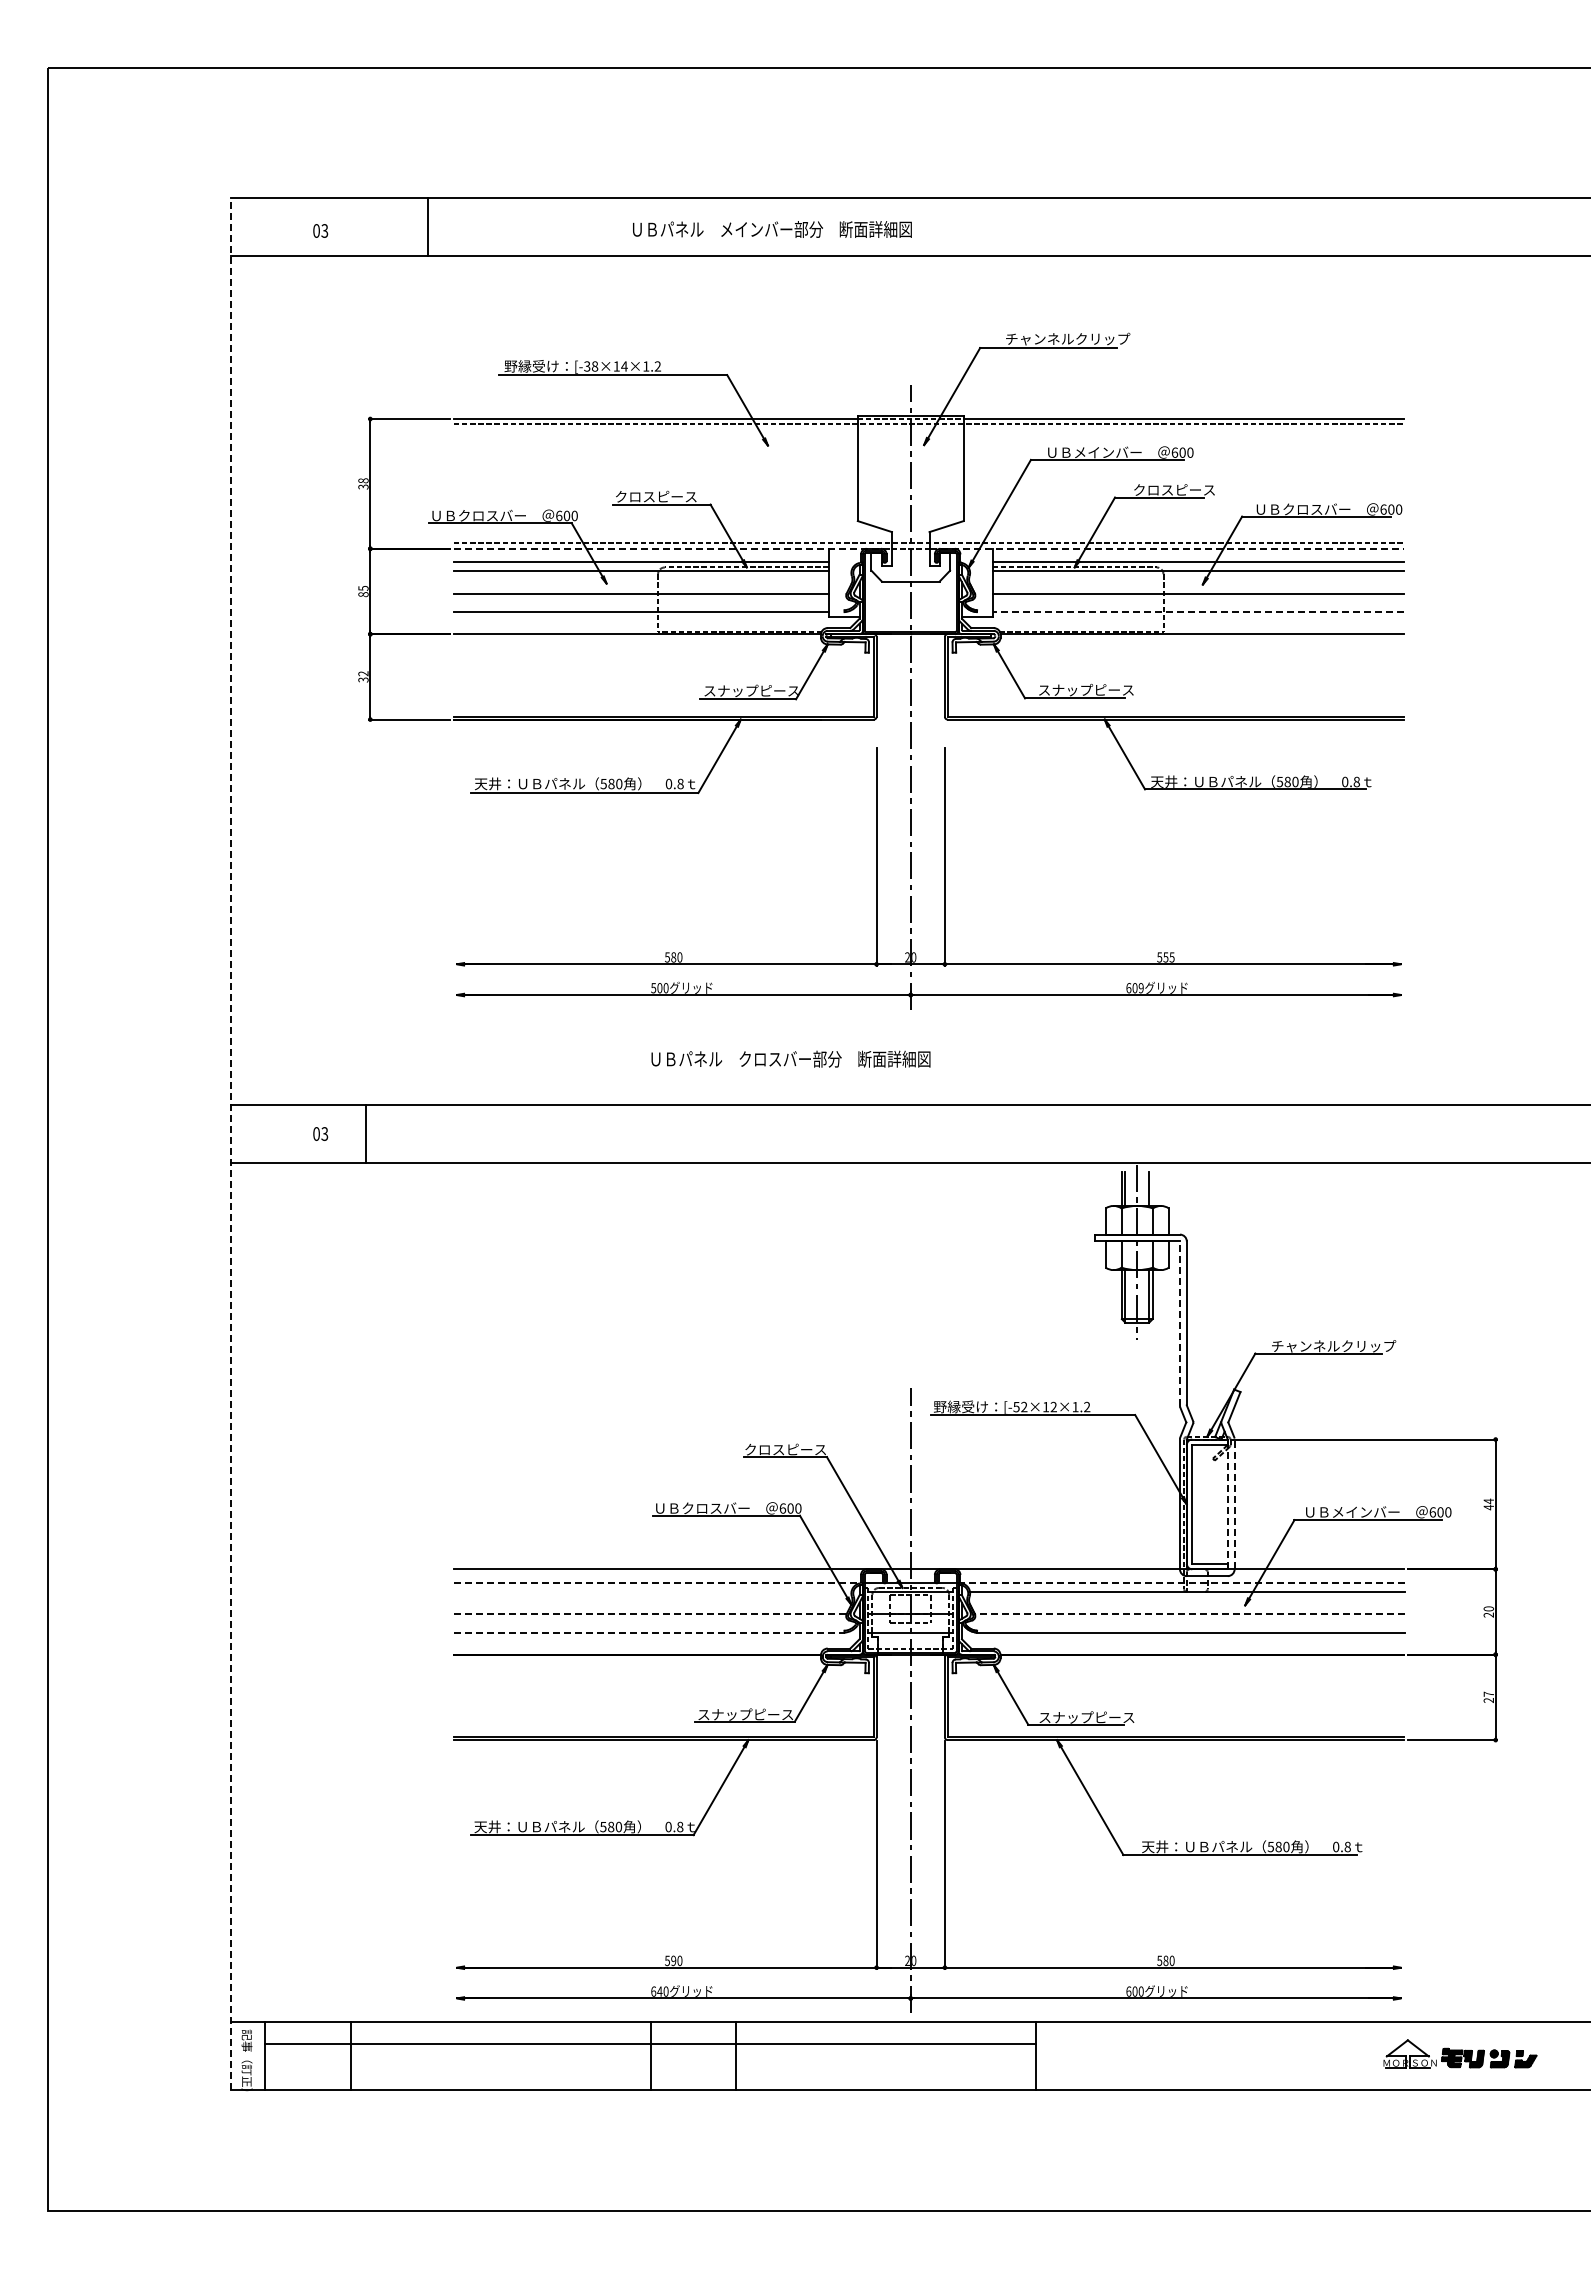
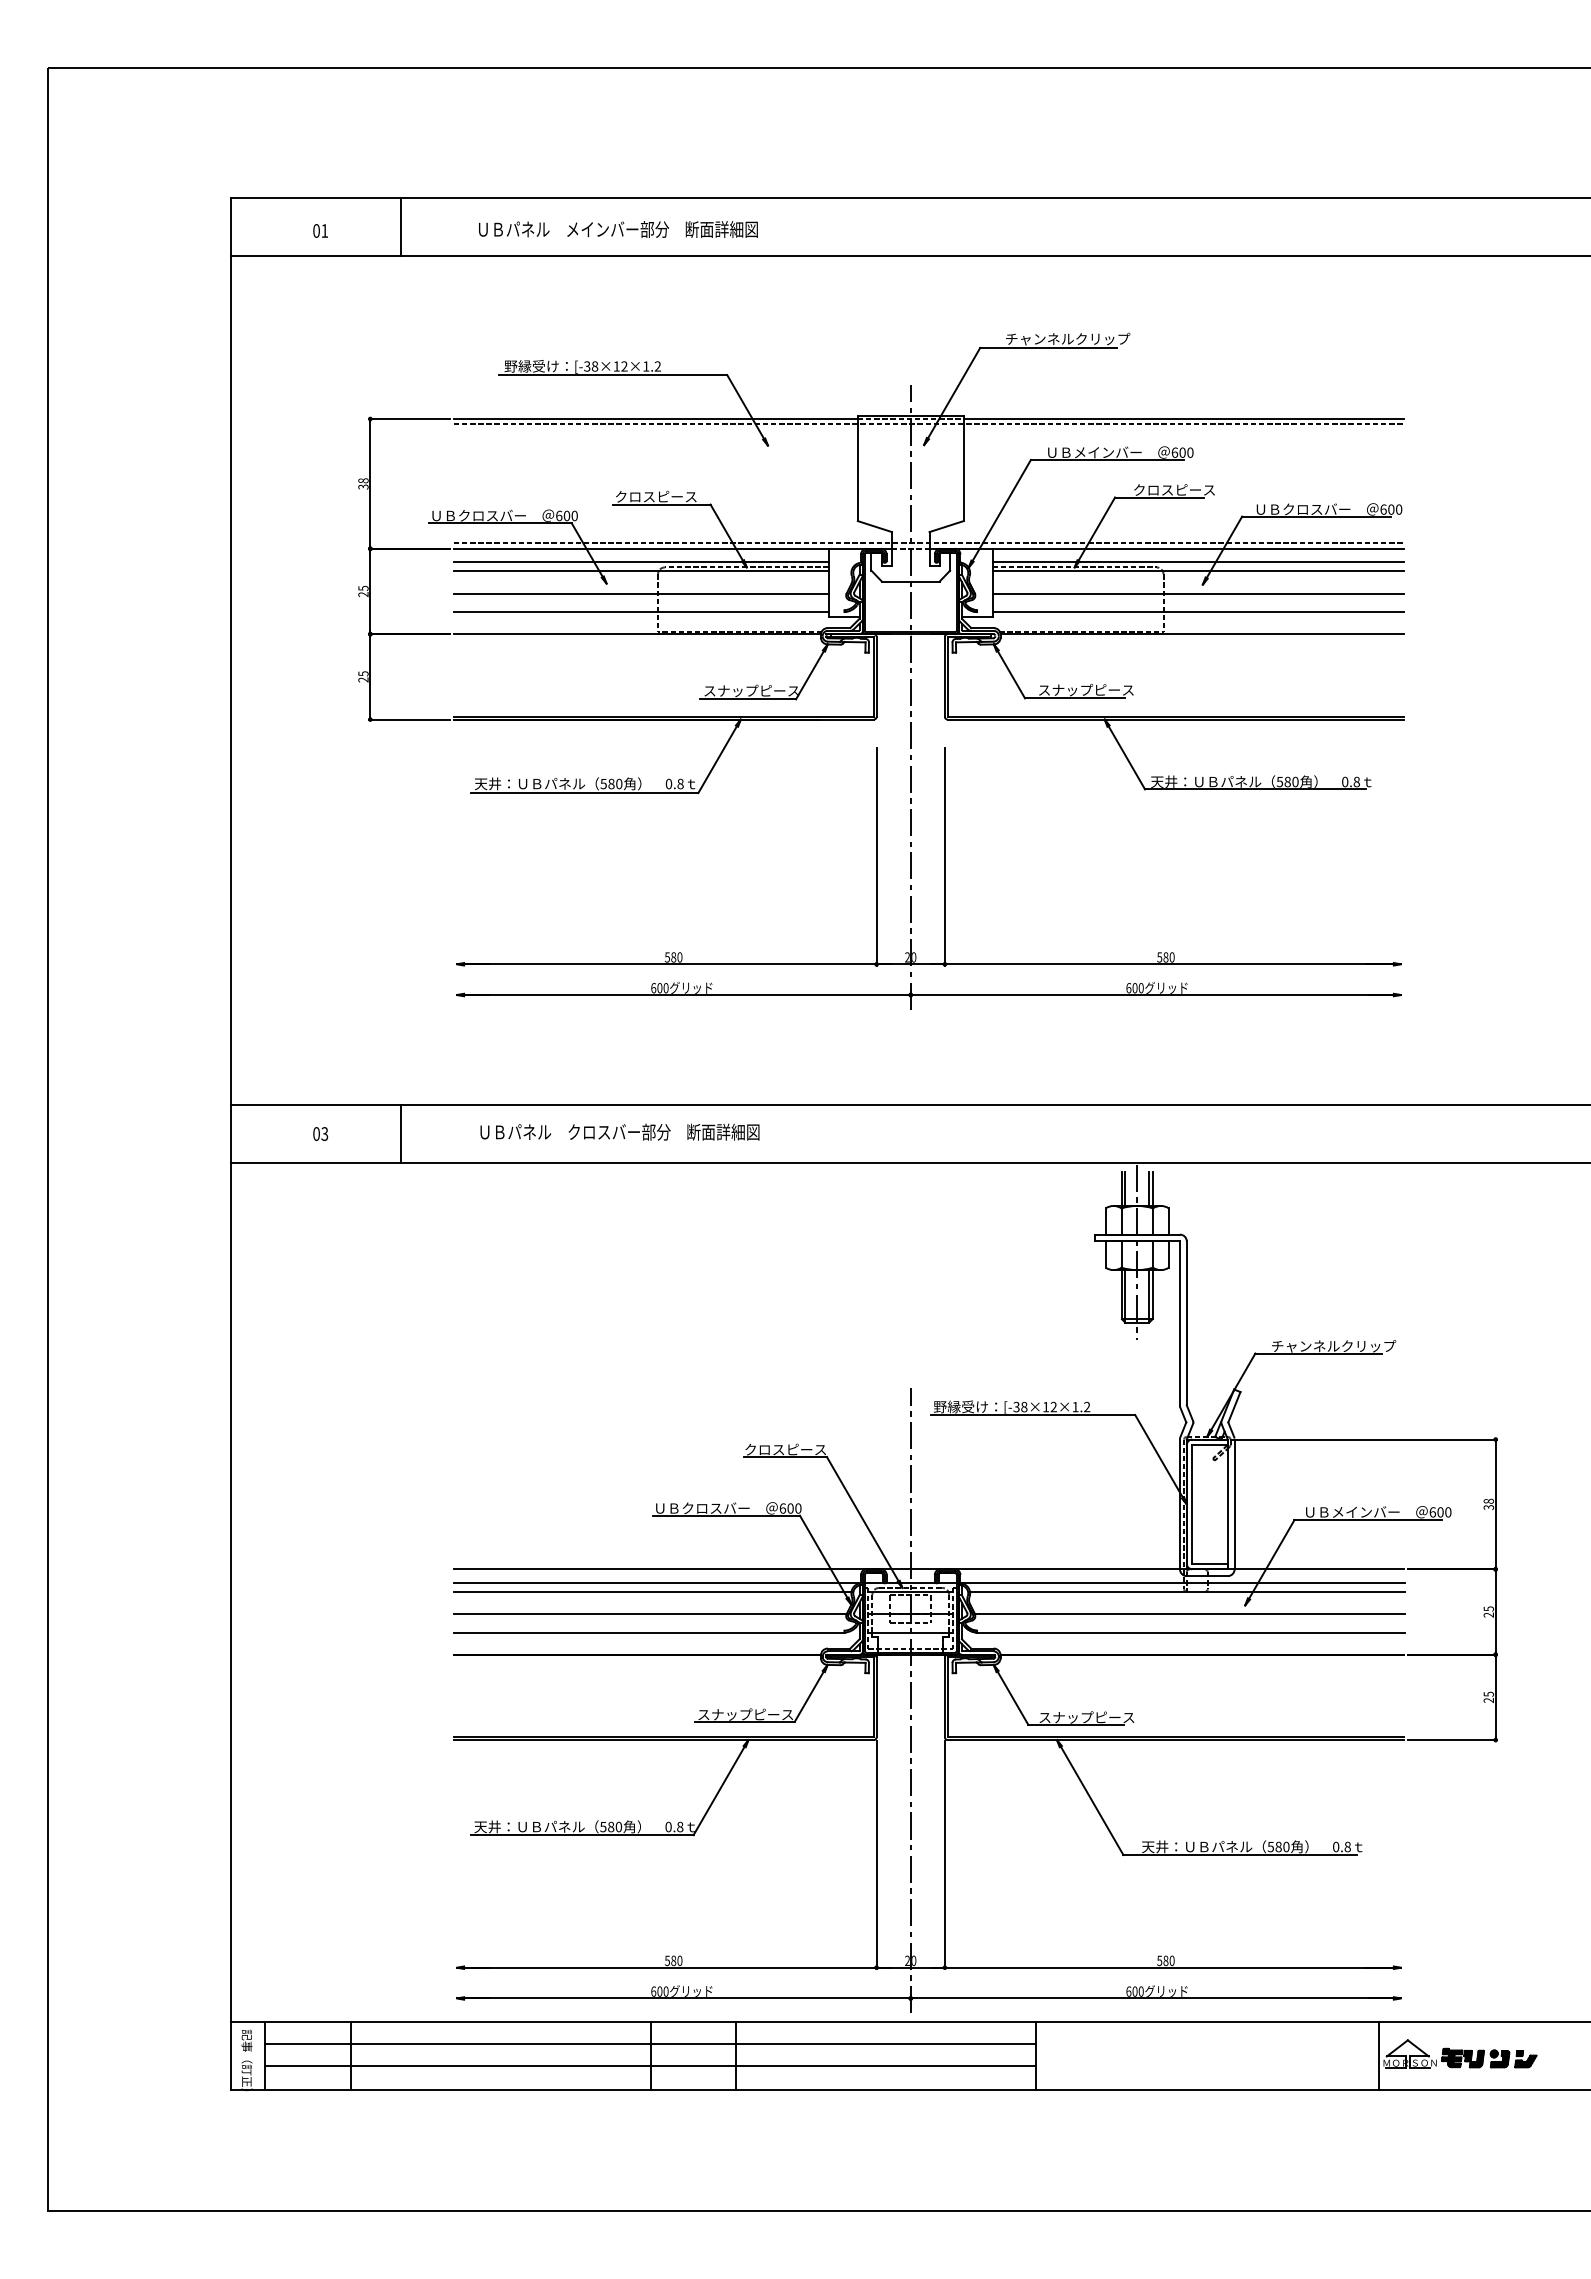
line at (428, 227) position: (428, 227) -> (401, 227)
text at (772, 229) position: (772, 229) -> (618, 229)
text at (324, 230): 03 -> 01
text at (624, 366): [-38×14×1.2 -> [-38×12×1.2
line at (673, 548): dashed -> solid
line at (1167, 548): dashed -> solid
text at (363, 594): 85 -> 25
line at (1198, 612): dashed -> solid
text at (363, 676): 32 -> 25
text at (1168, 957): 555 -> 580
text at (653, 988): 500 -> 600
text at (1140, 988): 609 -> 600
text at (790, 1058) position: (790, 1058) -> (619, 1131)
line at (366, 1134) position: (366, 1134) -> (401, 1134)
line at (230, 1143): dashed -> solid
line at (1152, 1188): none -> present
line at (1179, 1323): dashed -> solid
text at (1020, 1406): [-52×12×1.2 -> [-38×12×1.2
line at (1227, 1504): dashed -> solid
line at (1234, 1504): dashed -> solid
text at (1488, 1504): 44 -> 38
line at (657, 1582): dashed -> solid
line at (1183, 1582): dashed -> solid
line at (652, 1591): none -> present
text at (1488, 1608): 20 -> 25
line at (650, 1614): dashed -> solid
line at (1189, 1614): dashed -> solid
line at (649, 1632): dashed -> solid
text at (1488, 1693): 27 -> 25
text at (673, 1960): 590 -> 580
text at (659, 1991): 640 -> 600
line at (1379, 2055): none -> present
line at (650, 2065): none -> present
